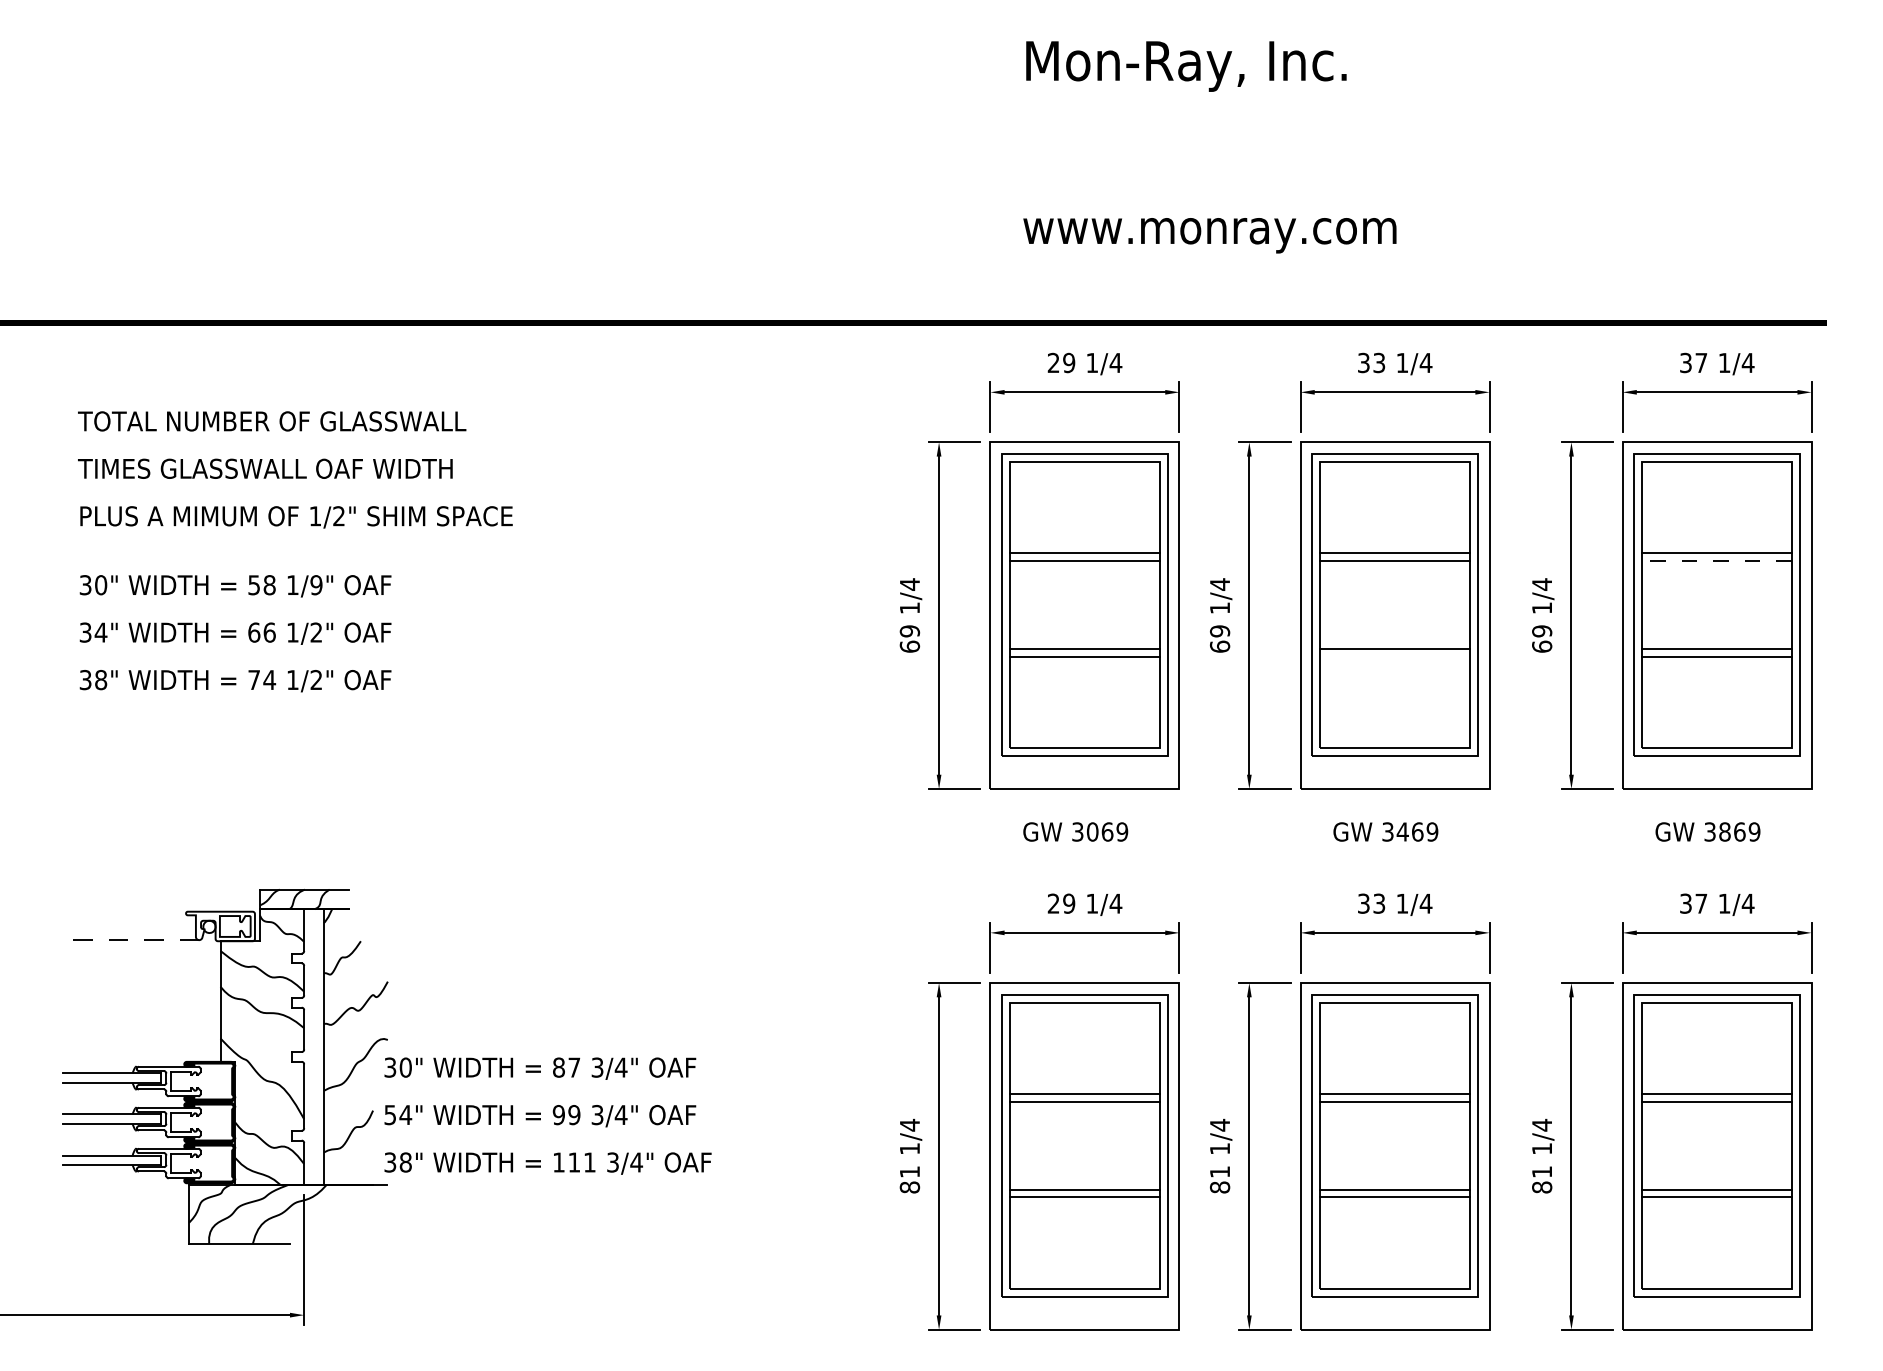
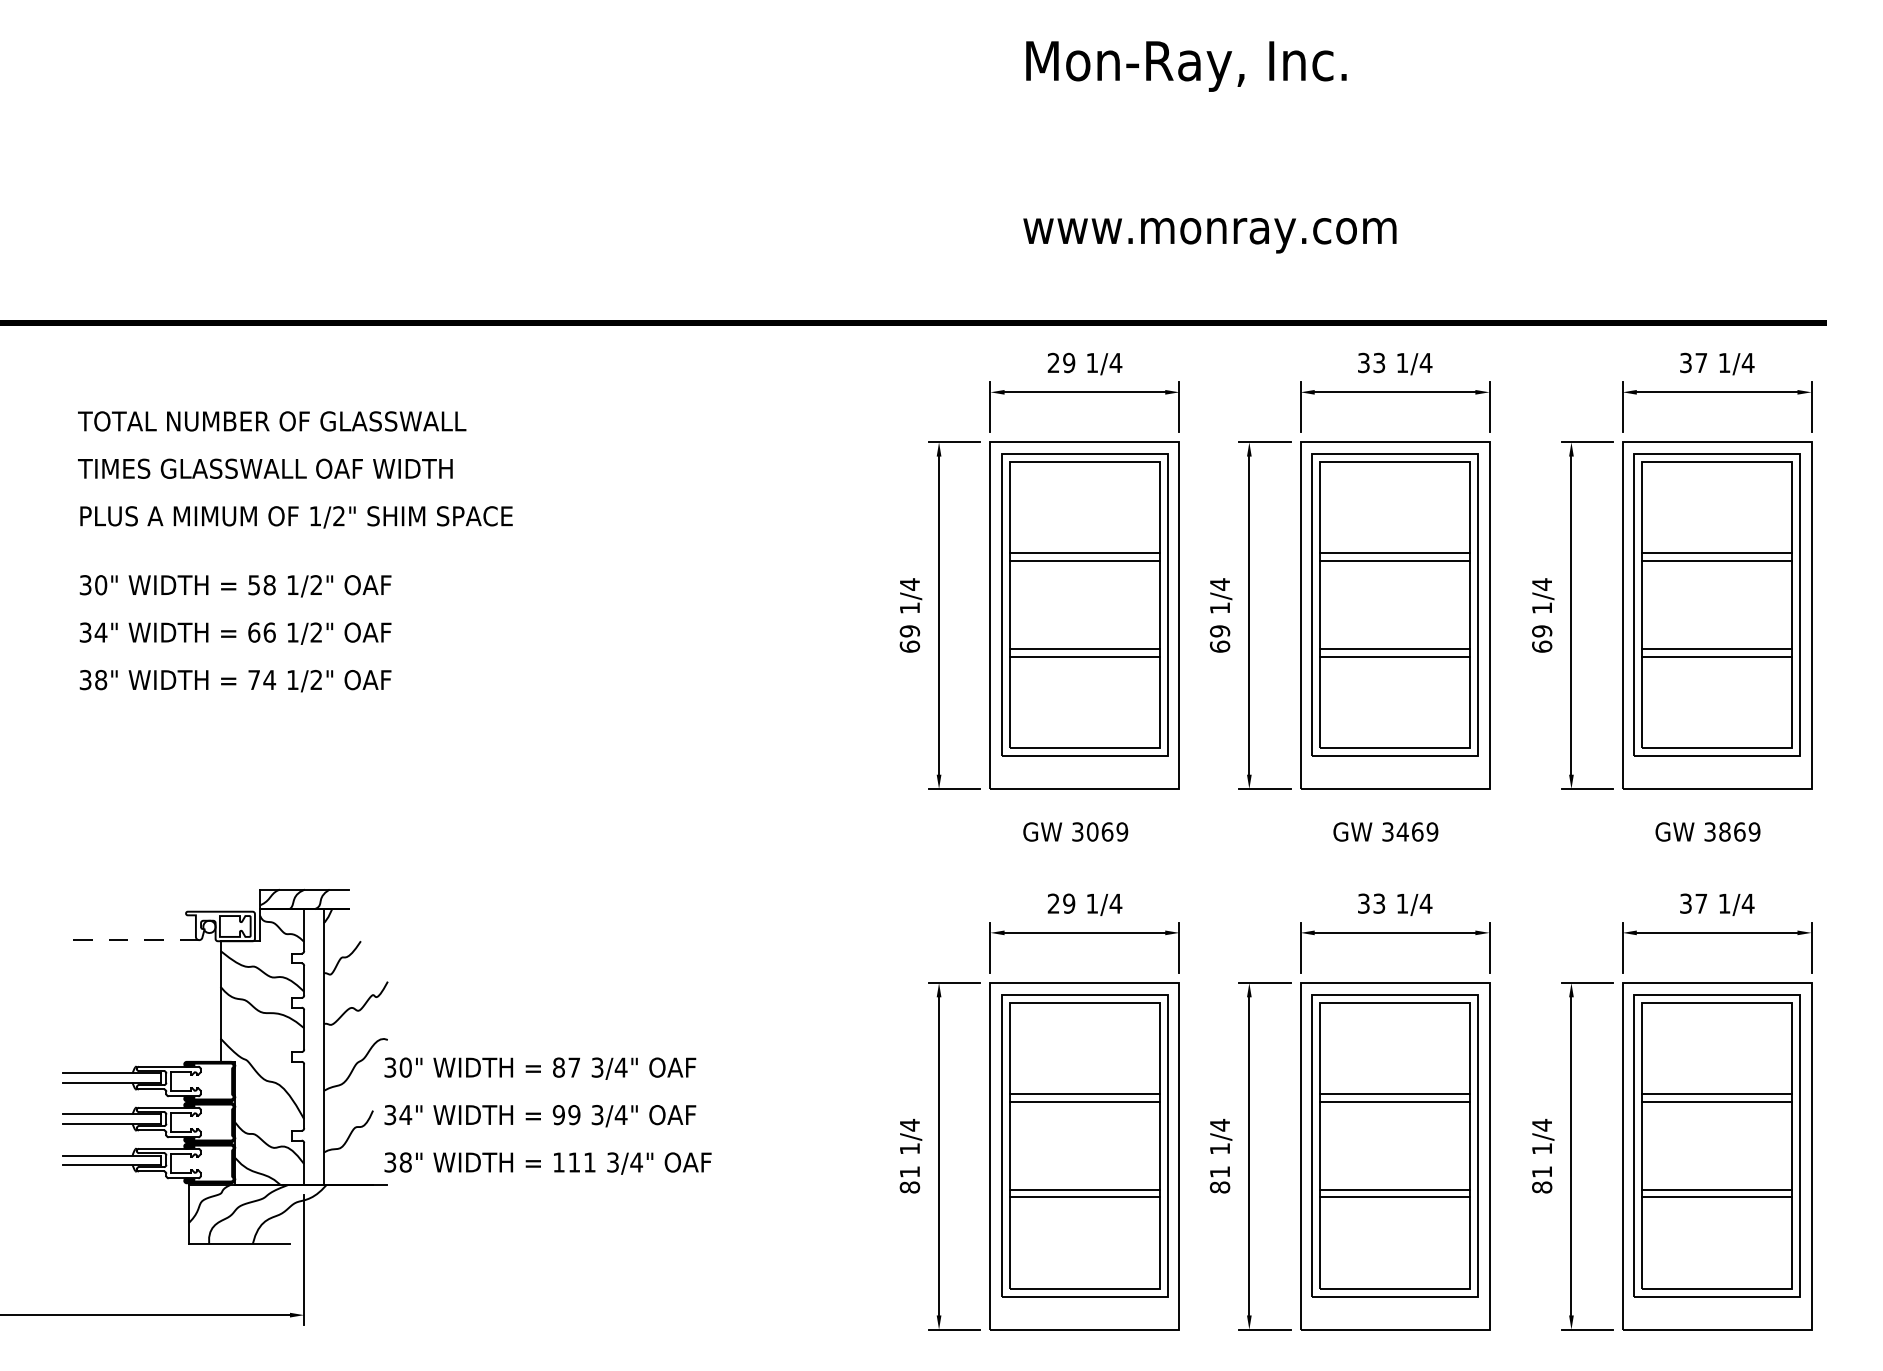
line at (1717, 561): dashed -> solid
text at (316, 585): 1/9" -> 1/2"
line at (1394, 656): none -> present
text at (390, 1114): 54" -> 34"
